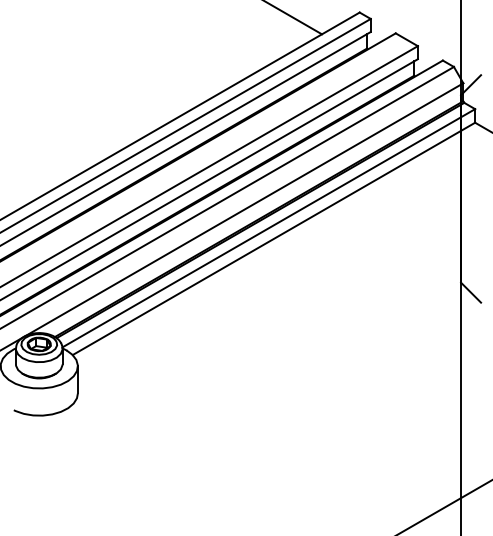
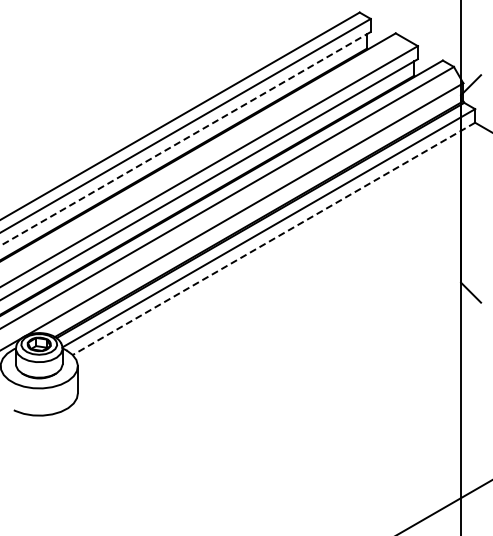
line at (293, 18): present -> none
line at (185, 138): solid -> dashed
line at (273, 239): solid -> dashed
